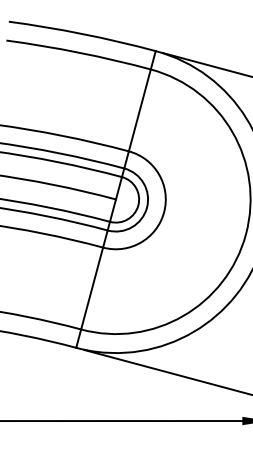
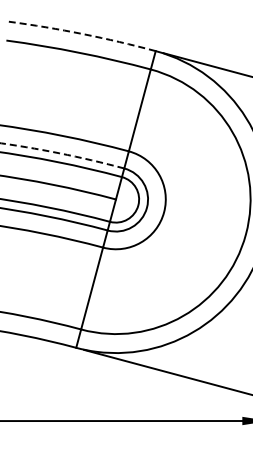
arc at (82, 34): solid -> dashed
arc at (61, 153): solid -> dashed
